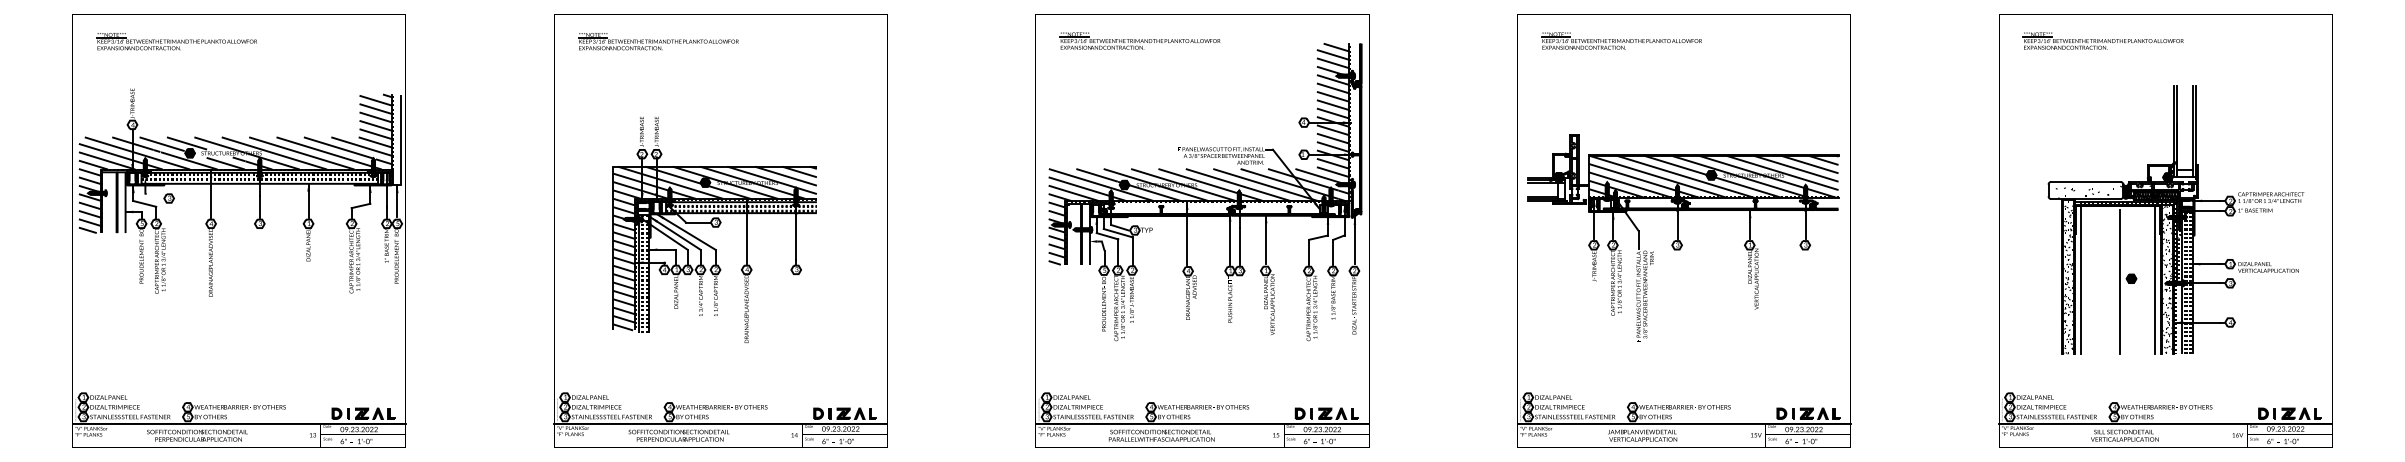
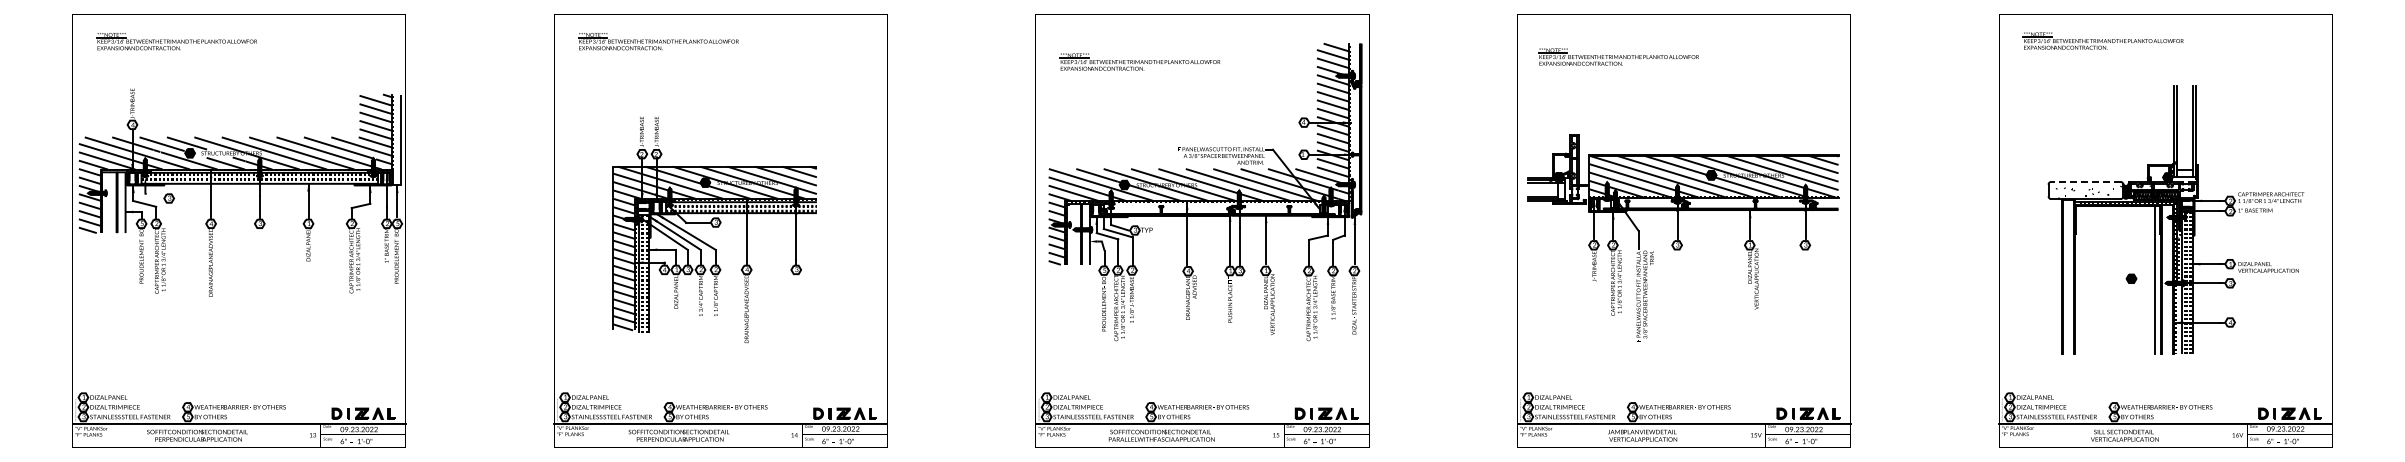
part at (1139, 40) position: (1139, 40) -> (1139, 61)
part at (1621, 40) position: (1621, 40) -> (1618, 56)
line at (2085, 181): solid -> dashed
hatch at (2068, 277): present -> none
hatch at (2167, 278): present -> none
line at (2080, 280): present -> none
line at (2120, 281): present -> none
